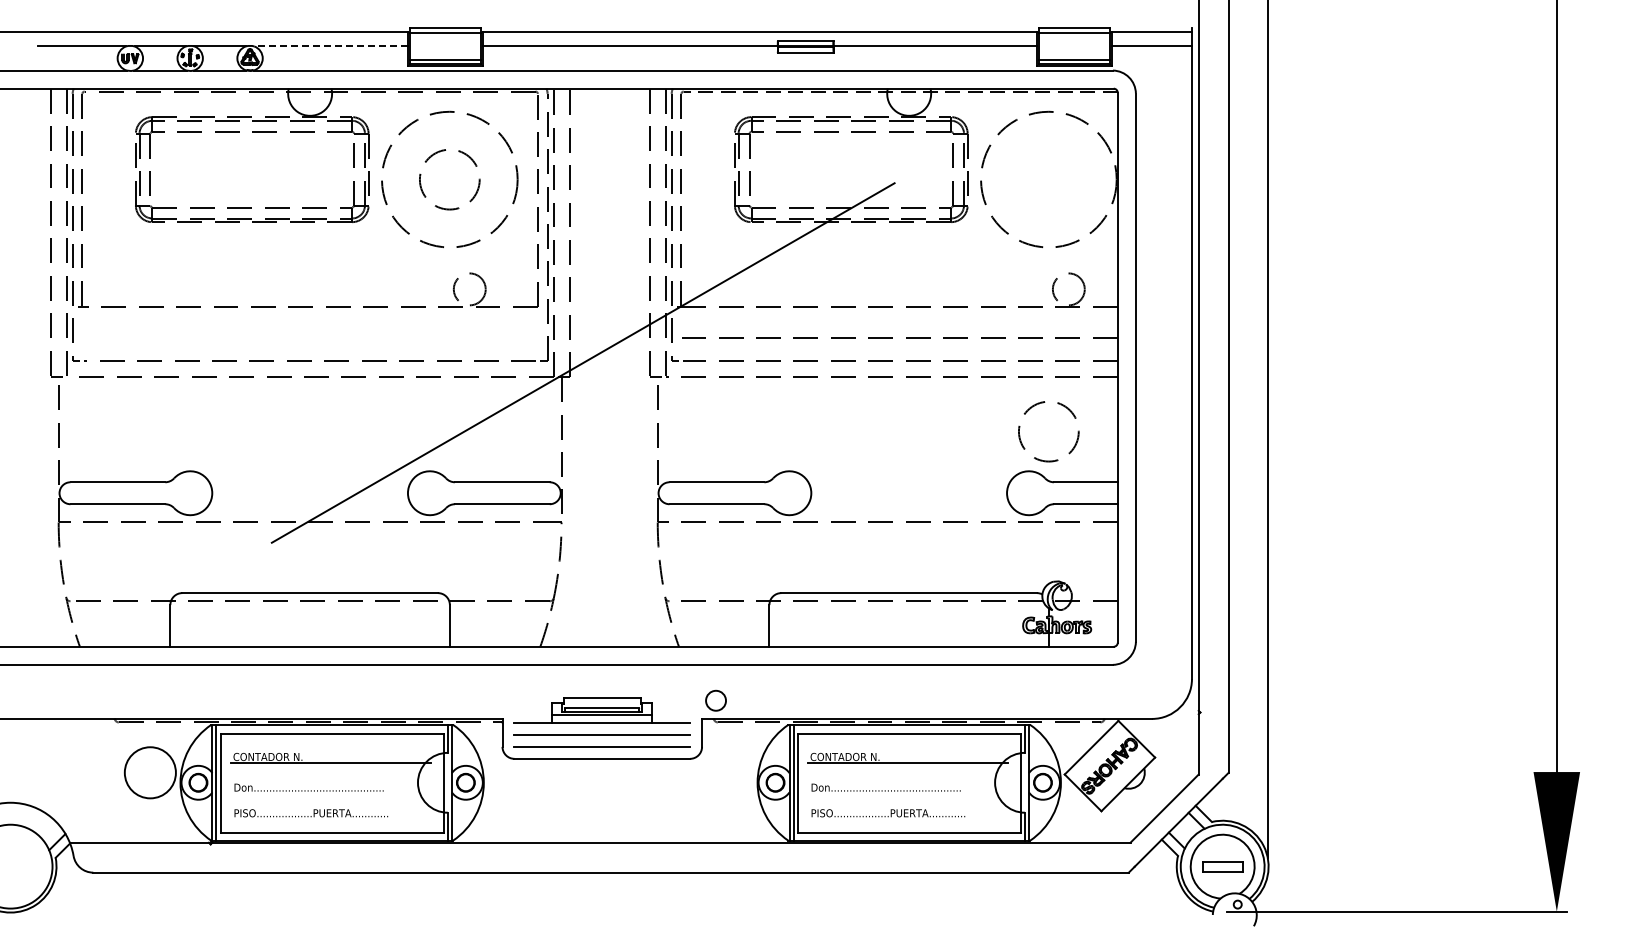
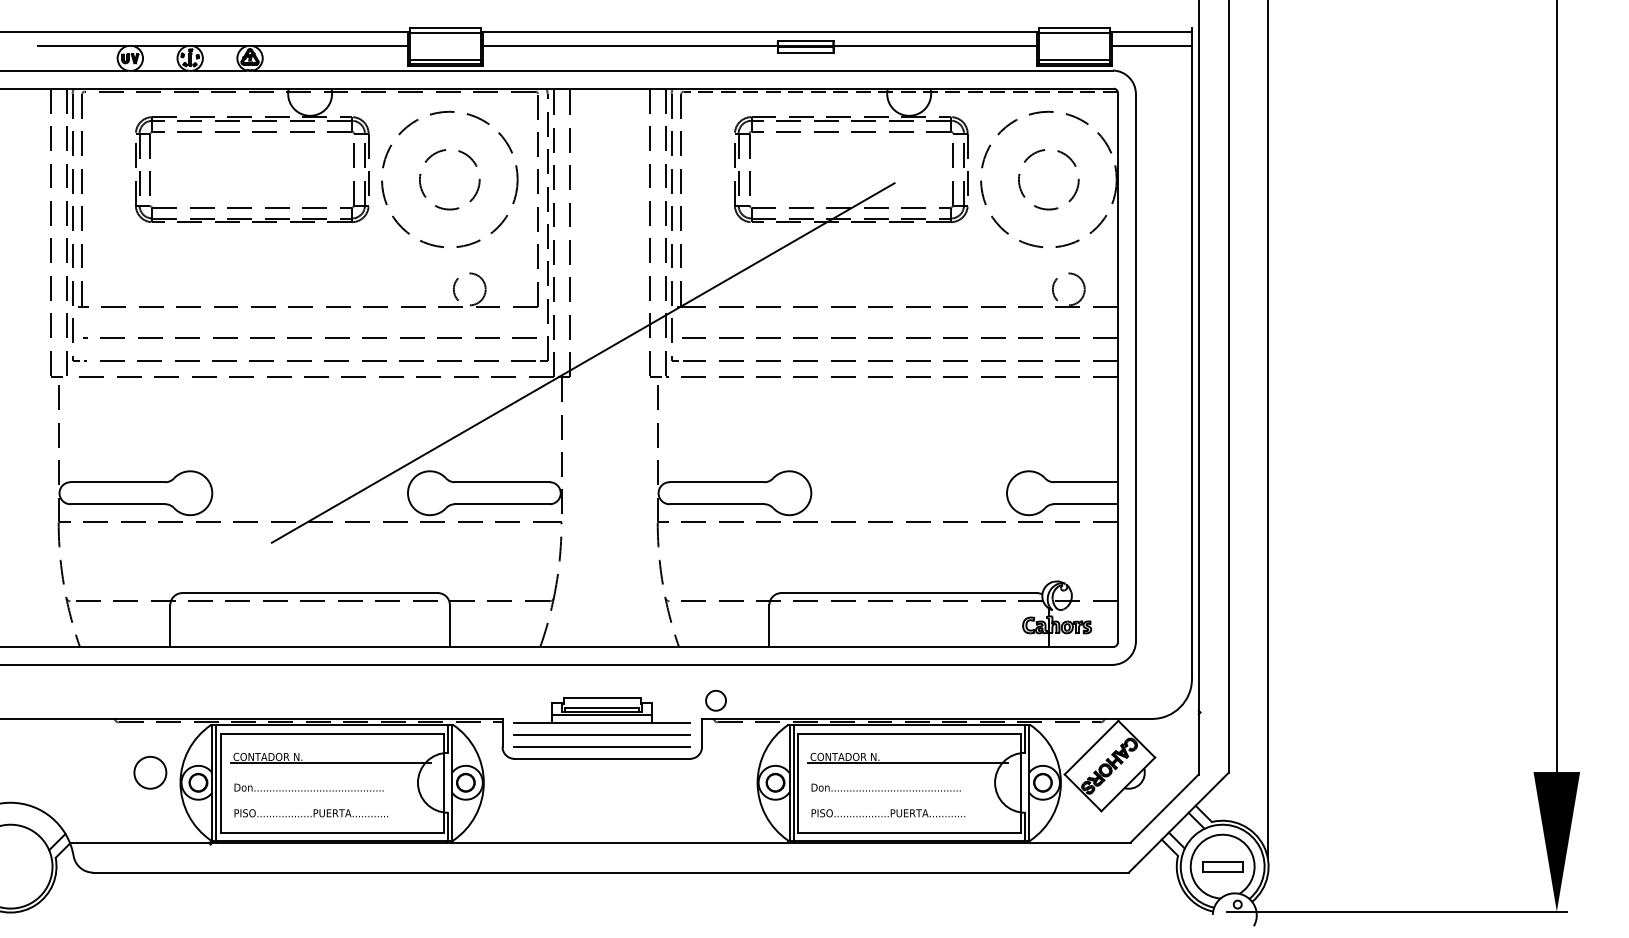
line at (331, 46): dashed -> solid
line at (309, 337): none -> present
circle at (1048, 431) position: (1048, 431) -> (1048, 179)
circle at (149, 772) diameter: 51 px -> 32 px
